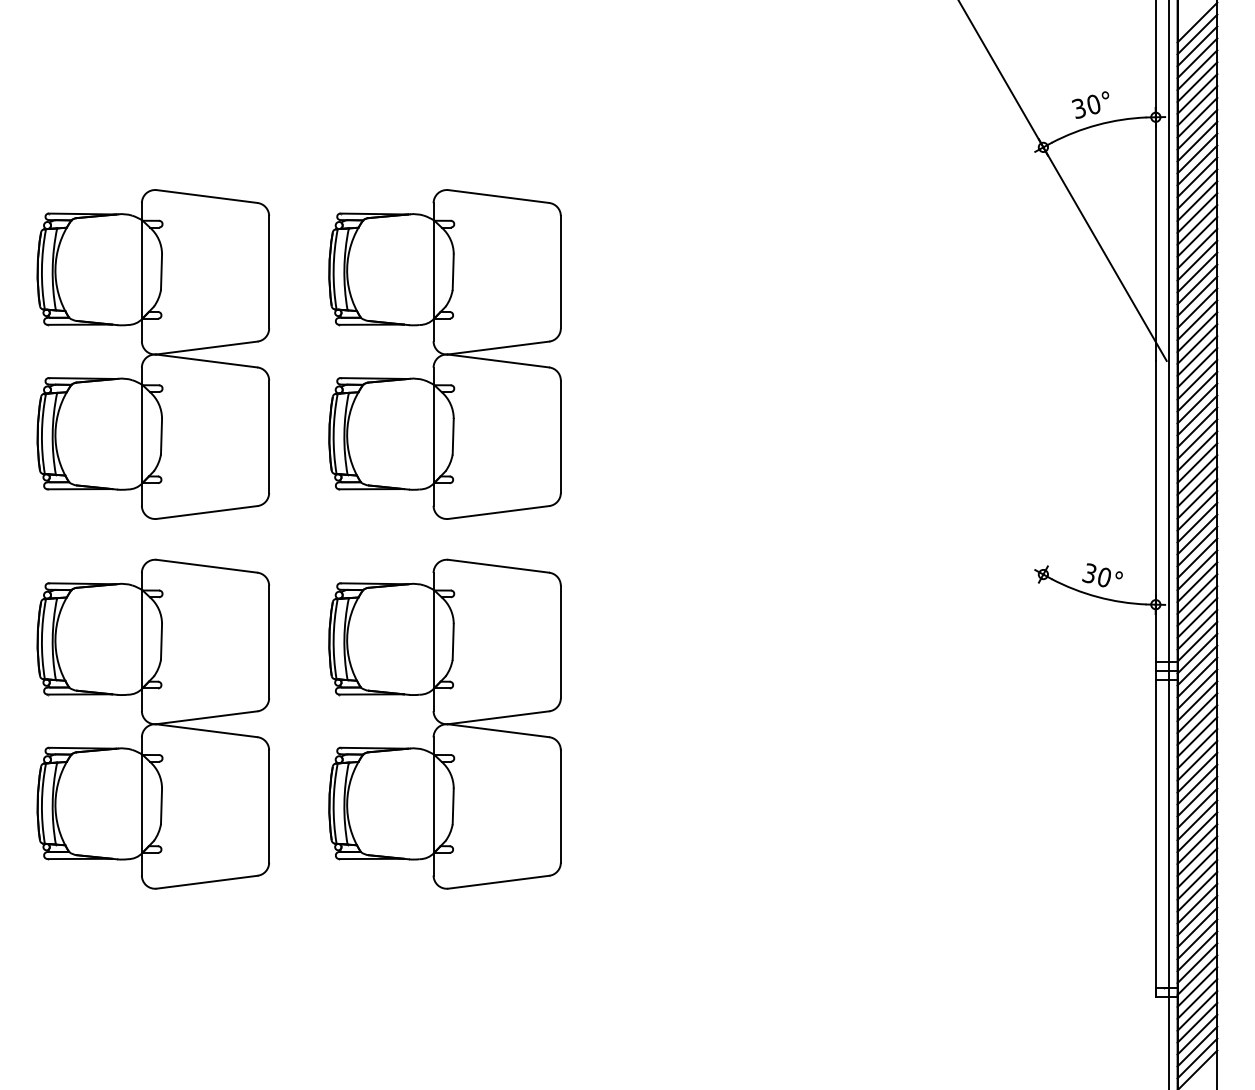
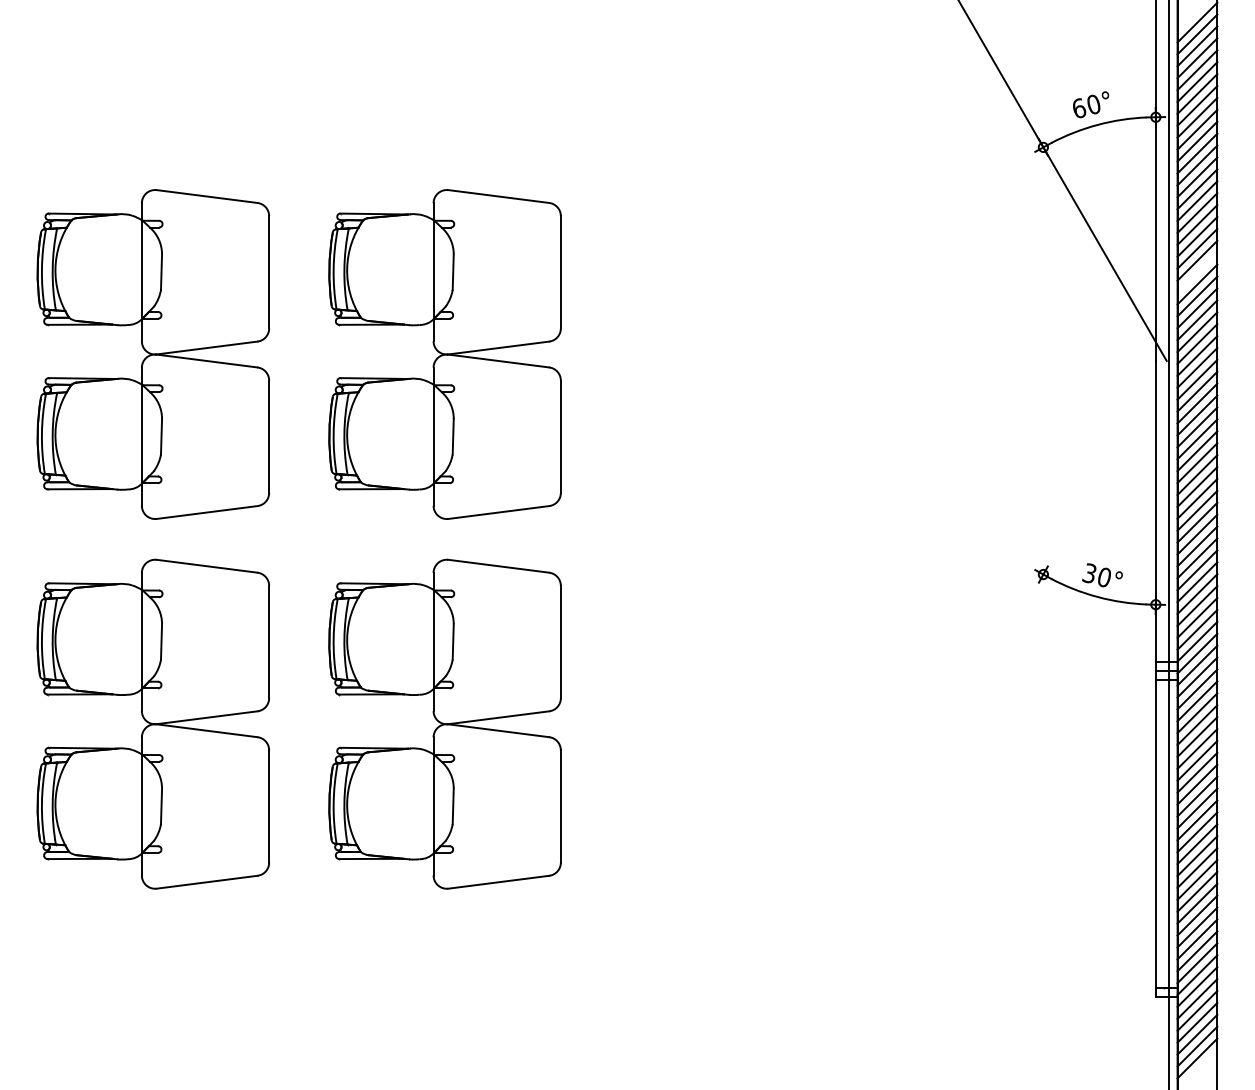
text at (1078, 108): 30° -> 60°
line at (1197, 272): present -> none
line at (1199, 1068): present -> none
